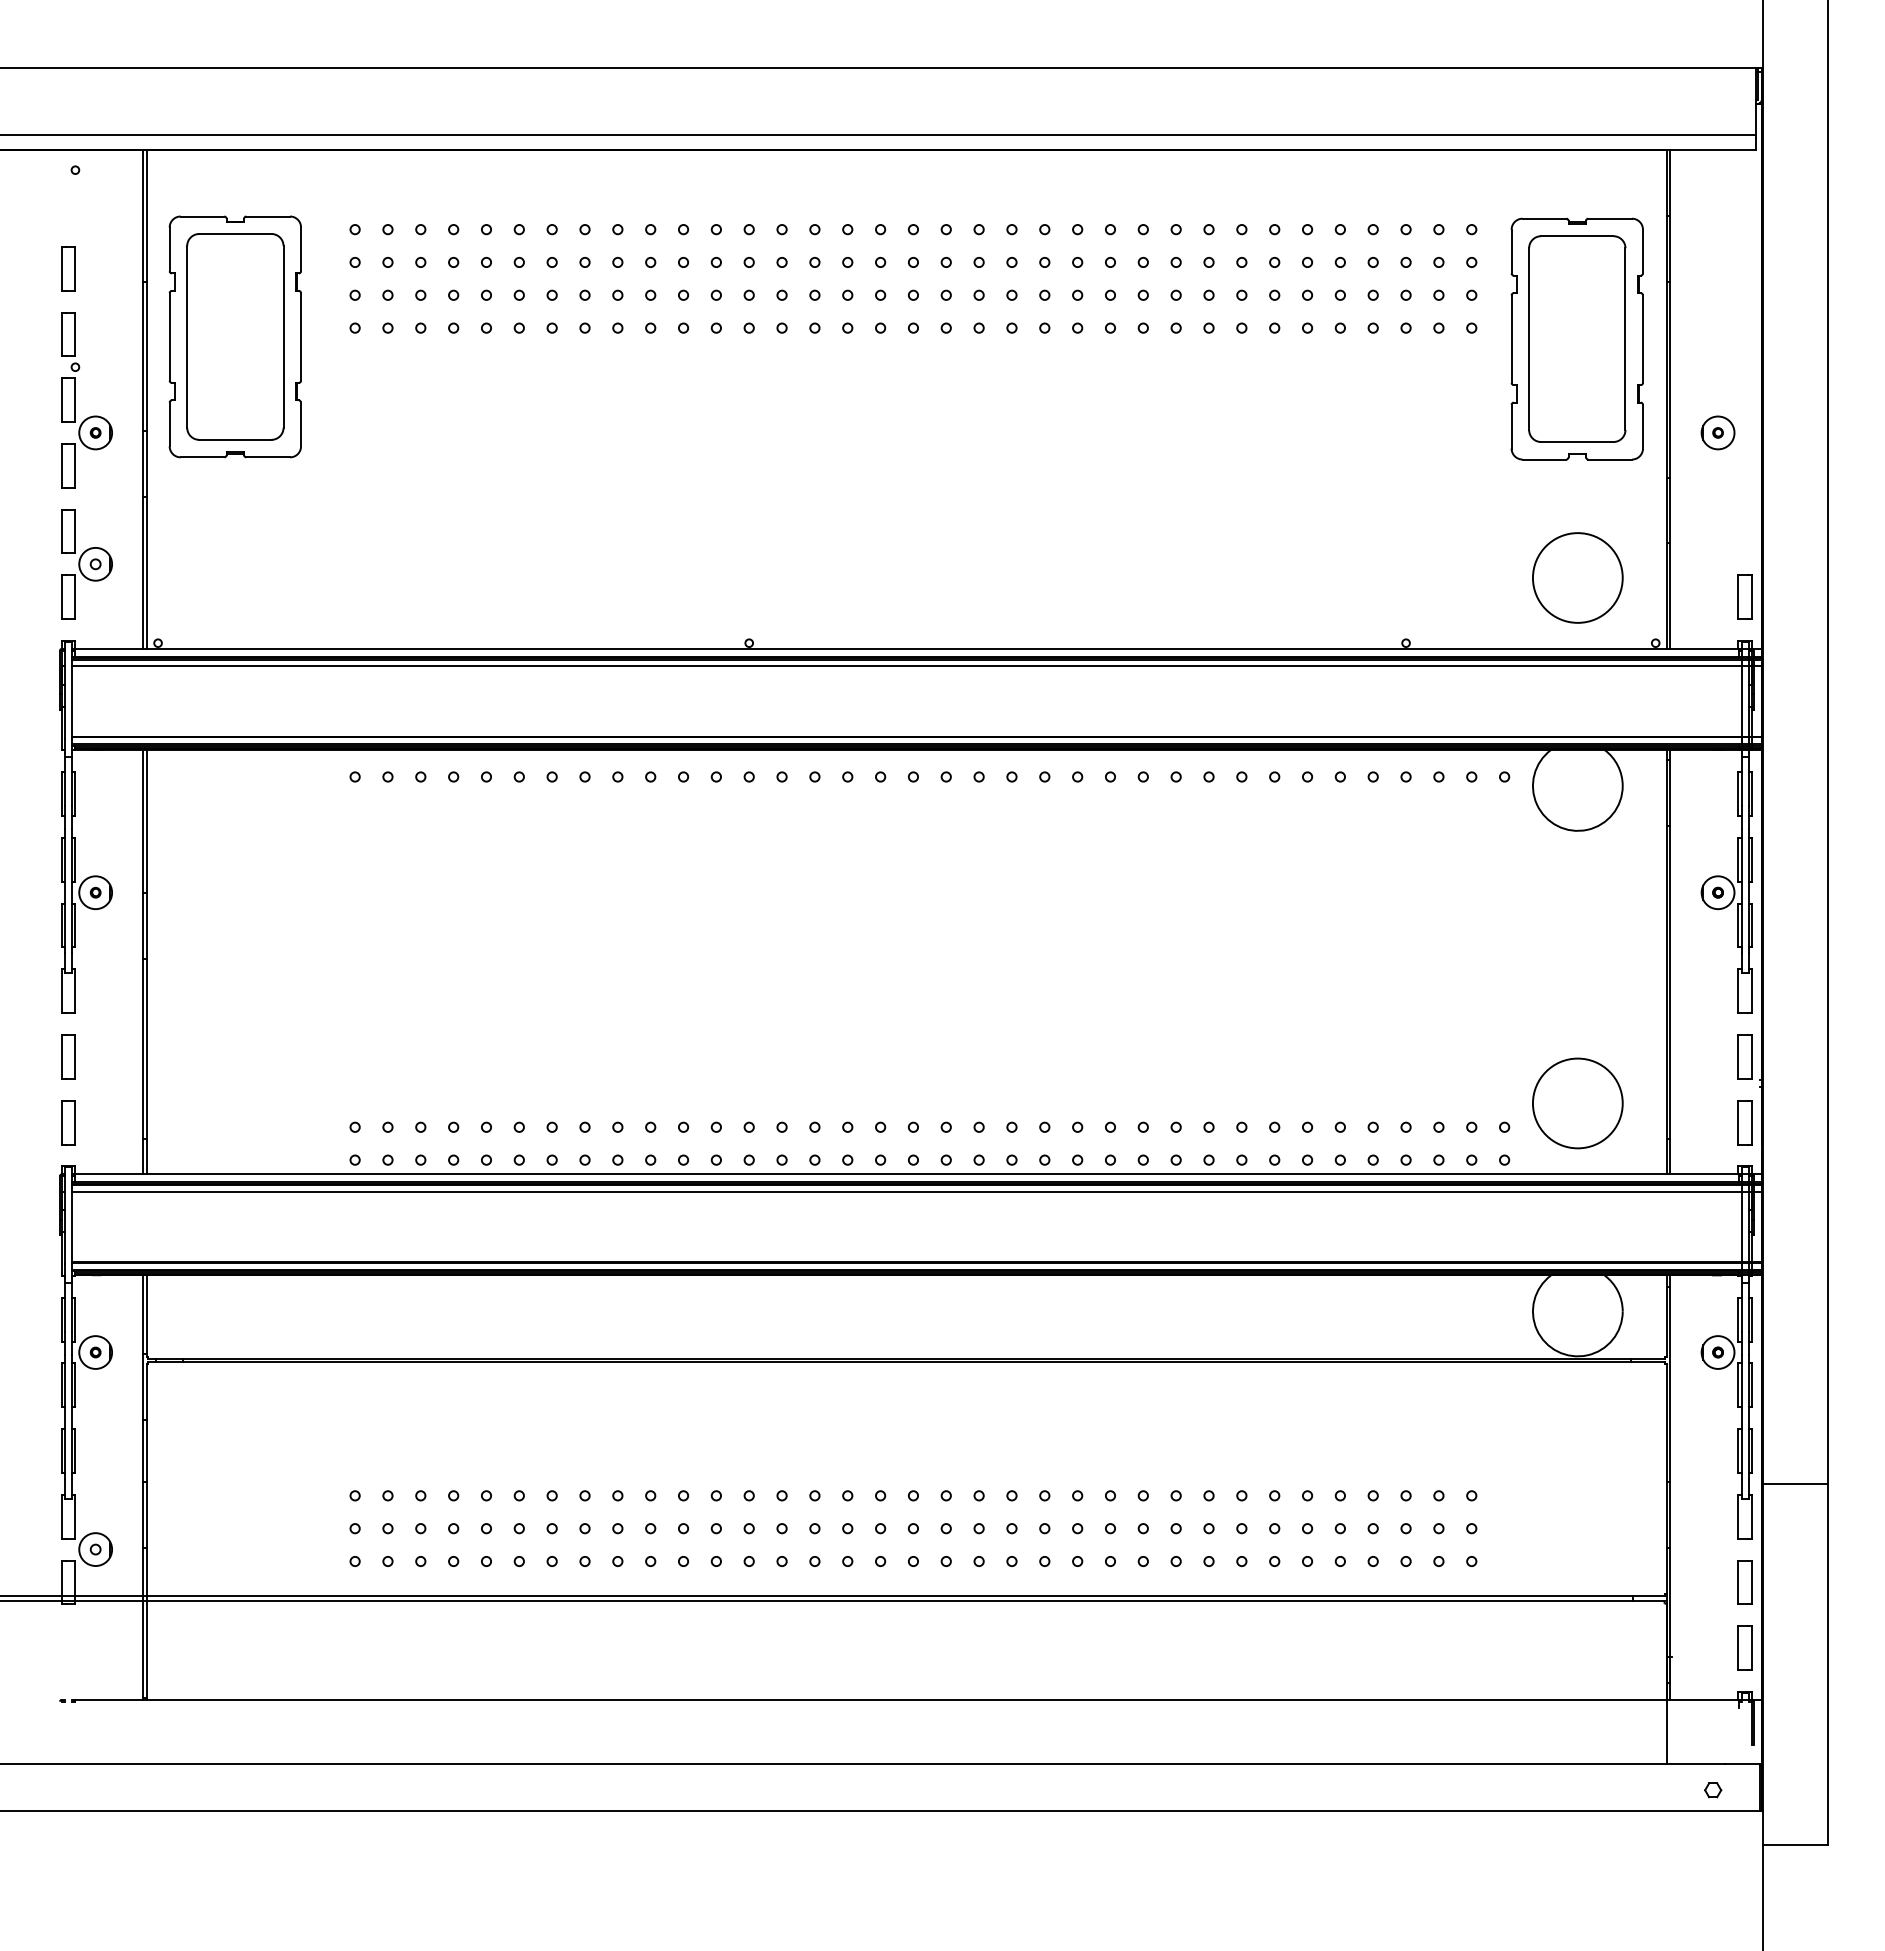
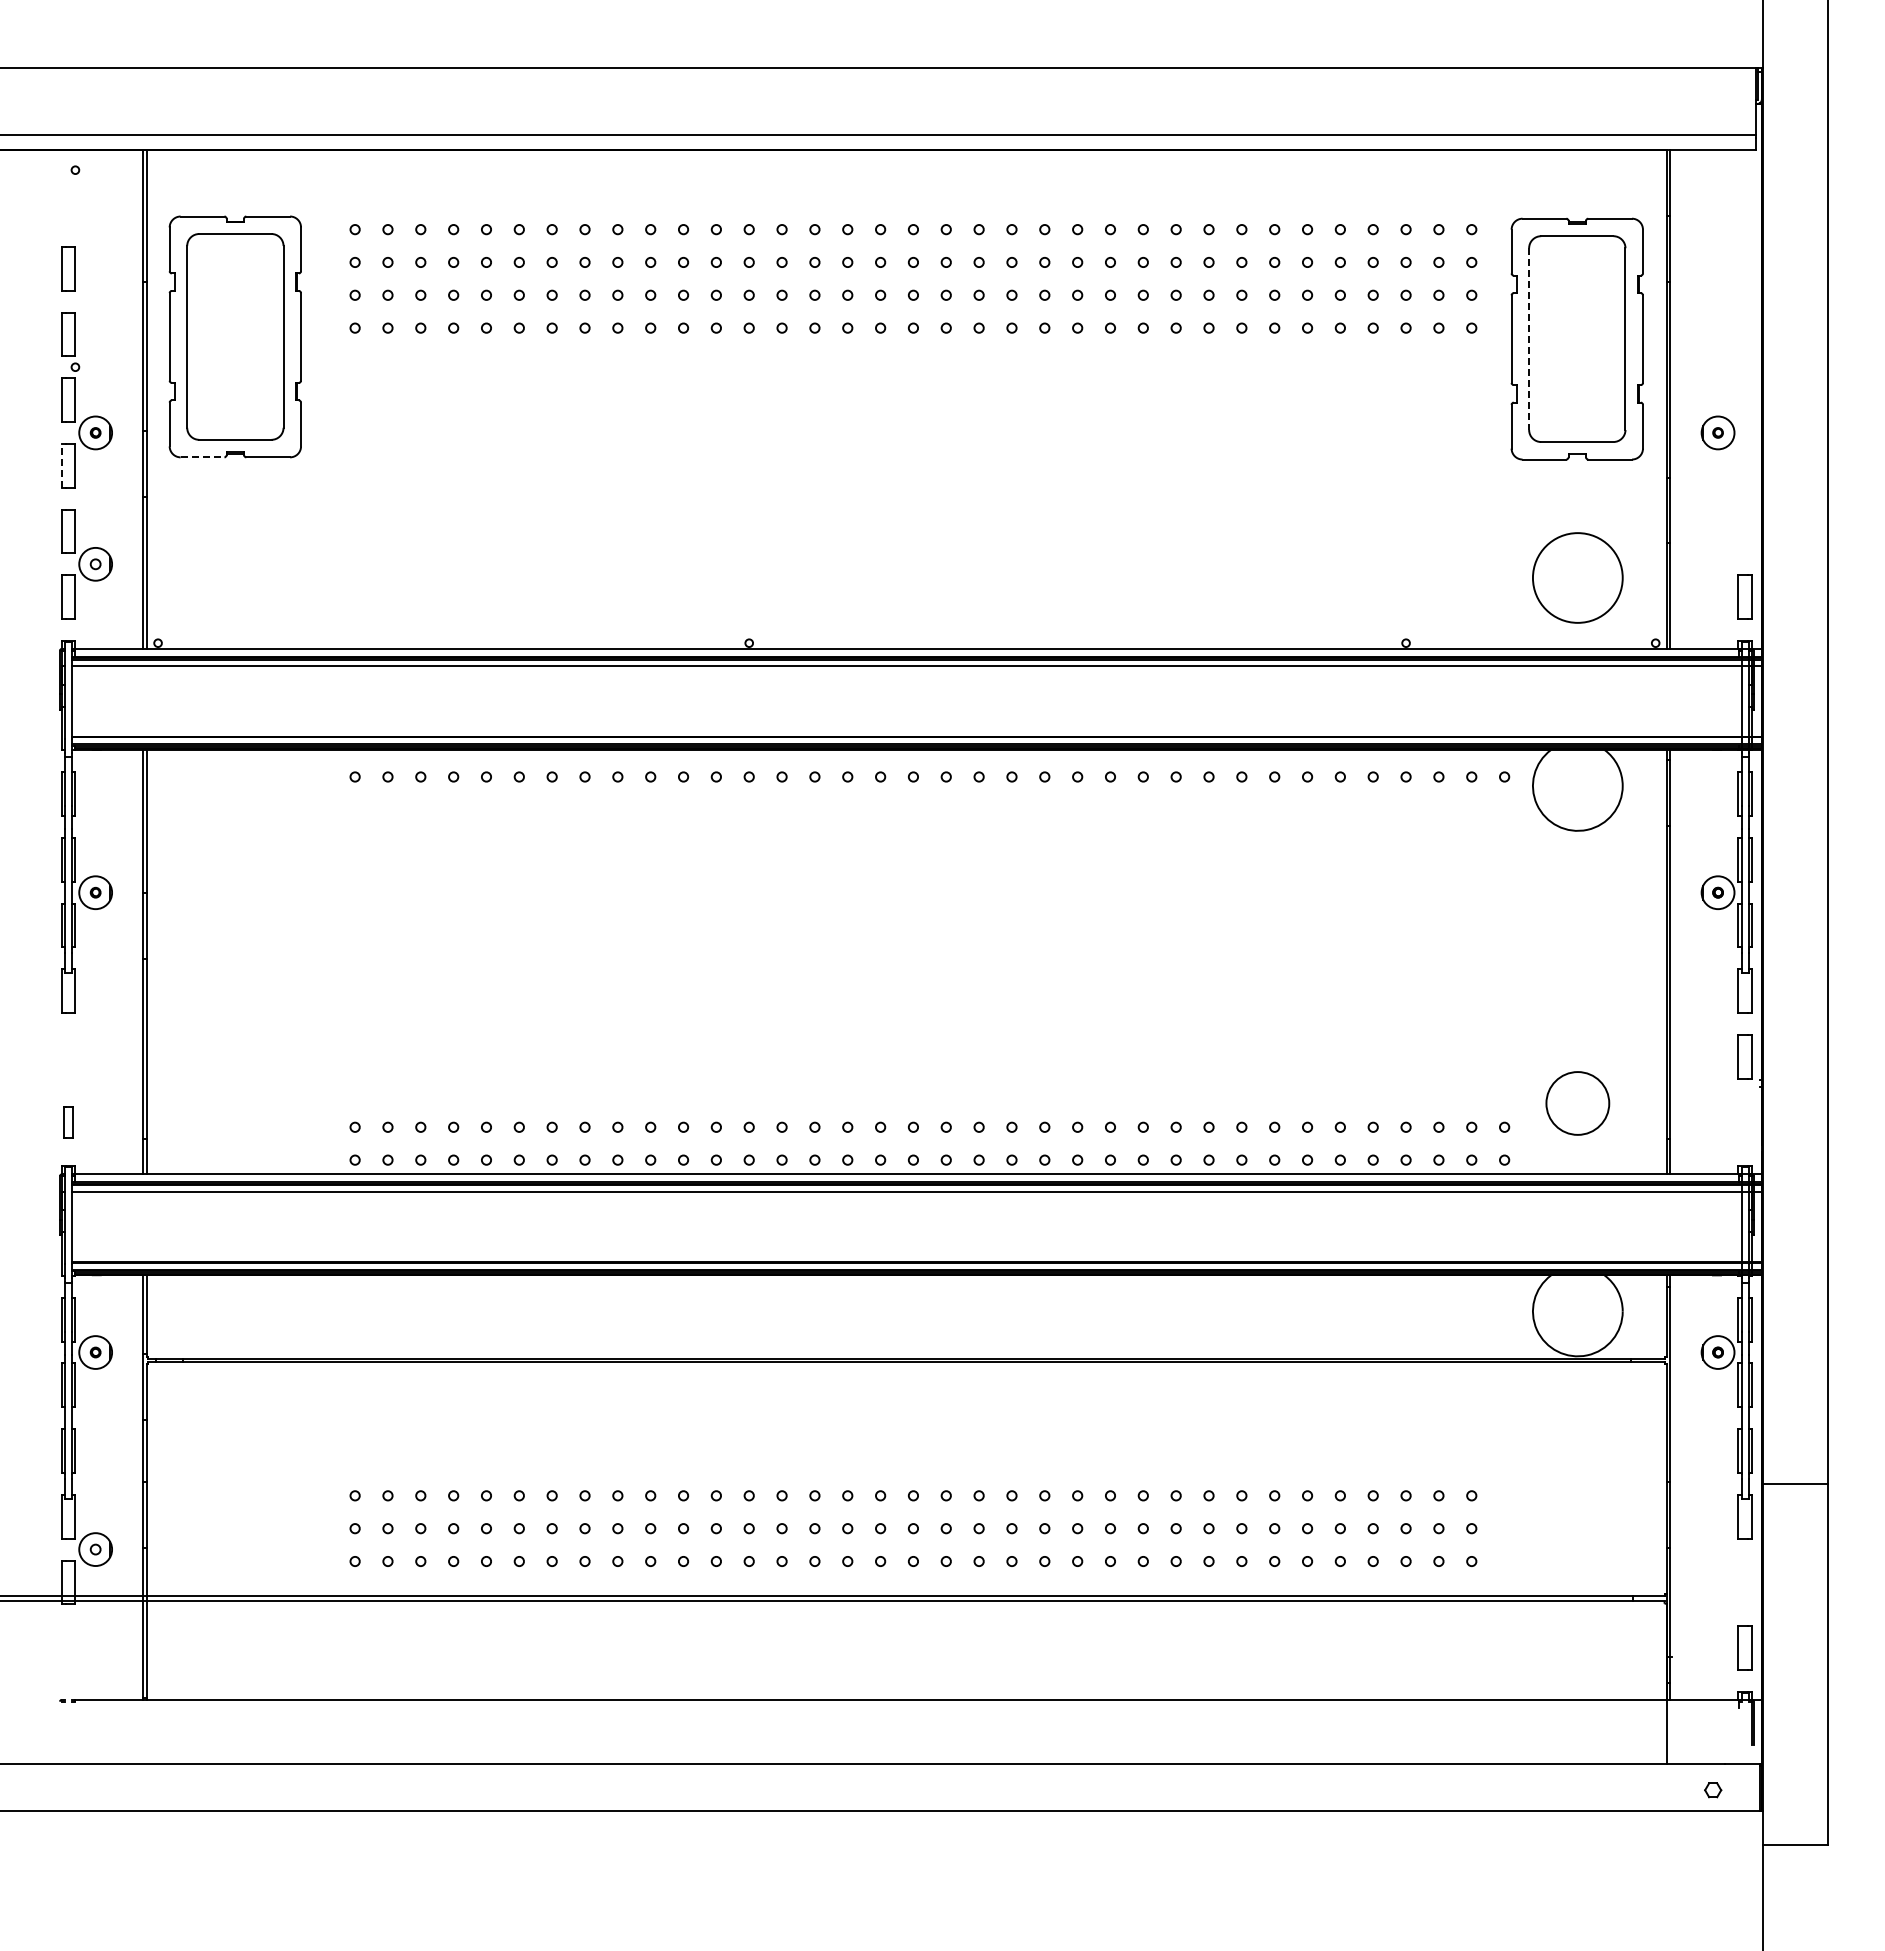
line at (1529, 339): solid -> dashed
line at (202, 457): solid -> dashed
line at (62, 465): solid -> dashed
part at (68, 1056): present -> none
circle at (1577, 1103) diameter: 90 px -> 63 px
part at (68, 1122) size: 15x46 px -> 11x33 px
part at (1744, 1122): present -> none
part at (1744, 1582): present -> none
